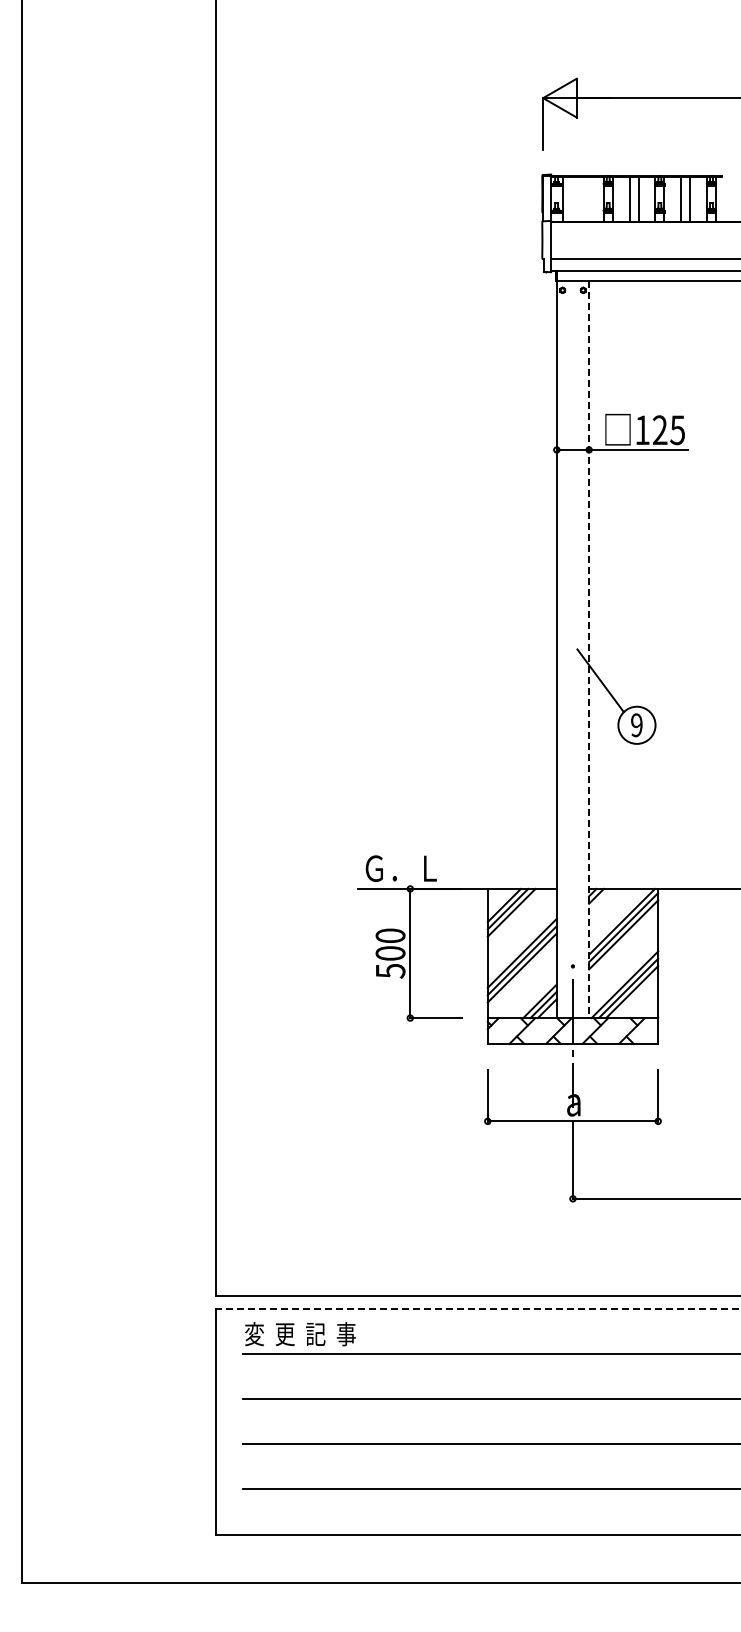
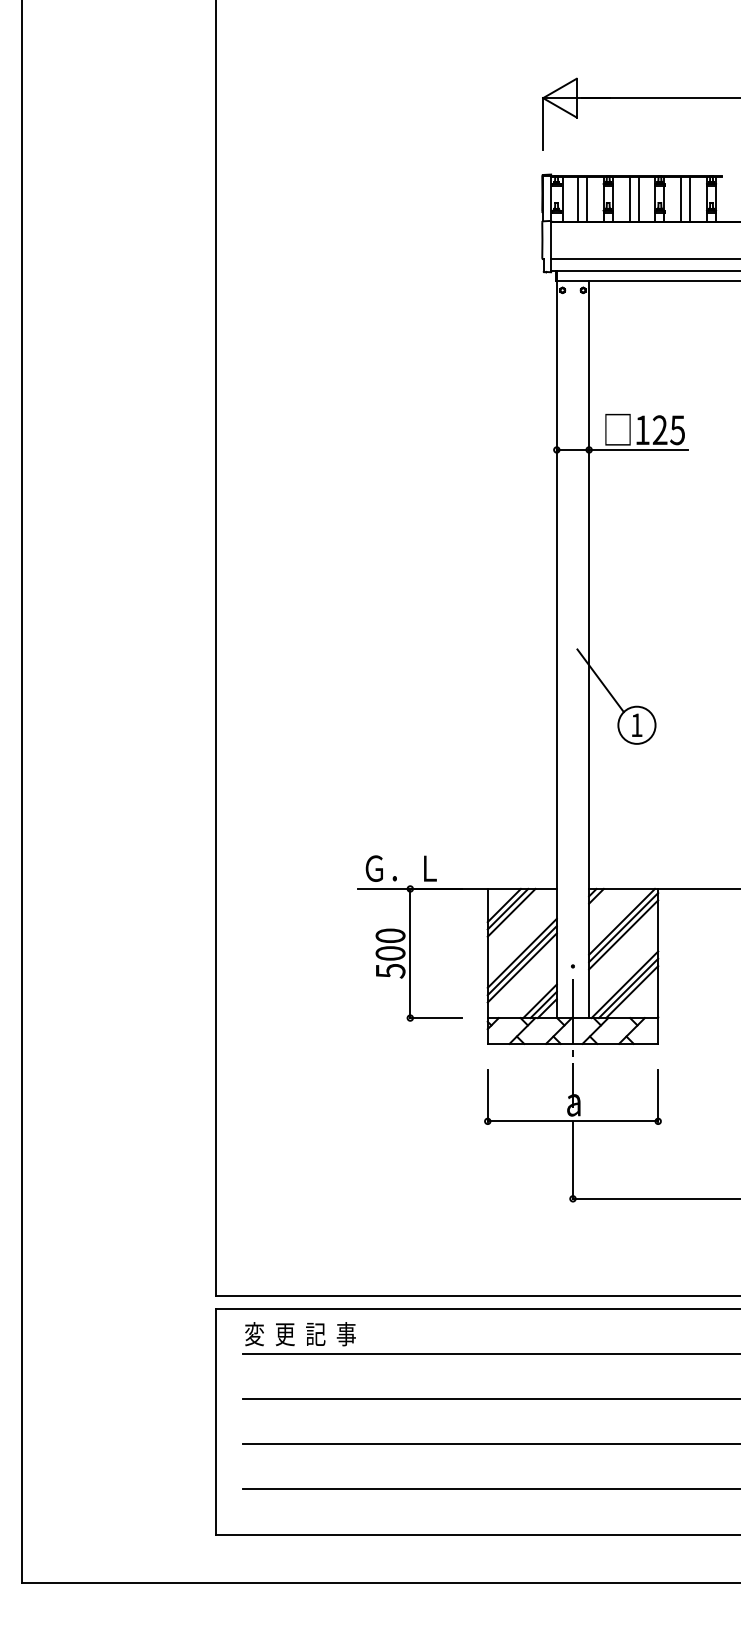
line at (577, 199): none -> present
line at (586, 199): none -> present
line at (589, 649): dashed -> solid
text at (636, 725): 9 -> 1
line at (477, 1308): dashed -> solid
